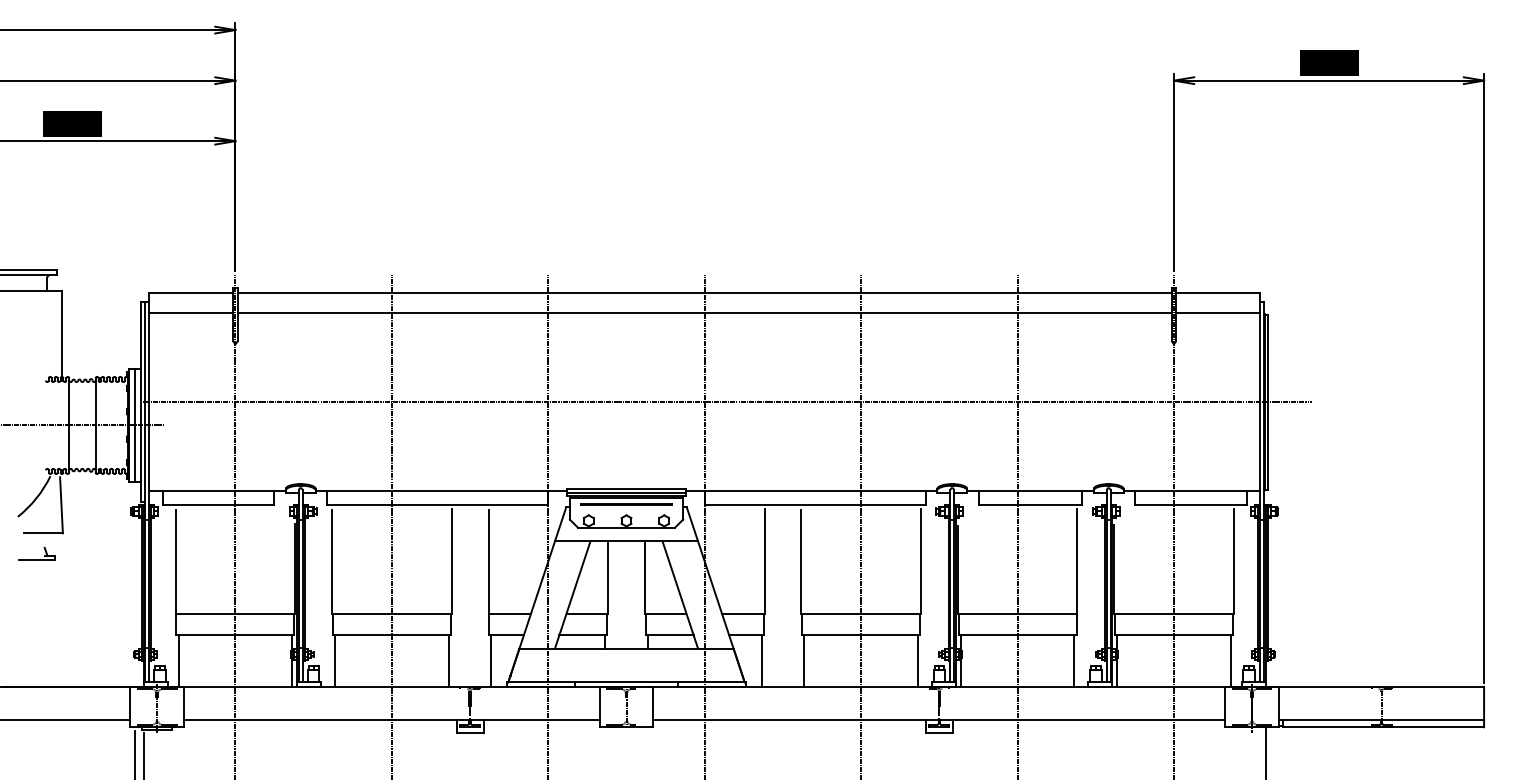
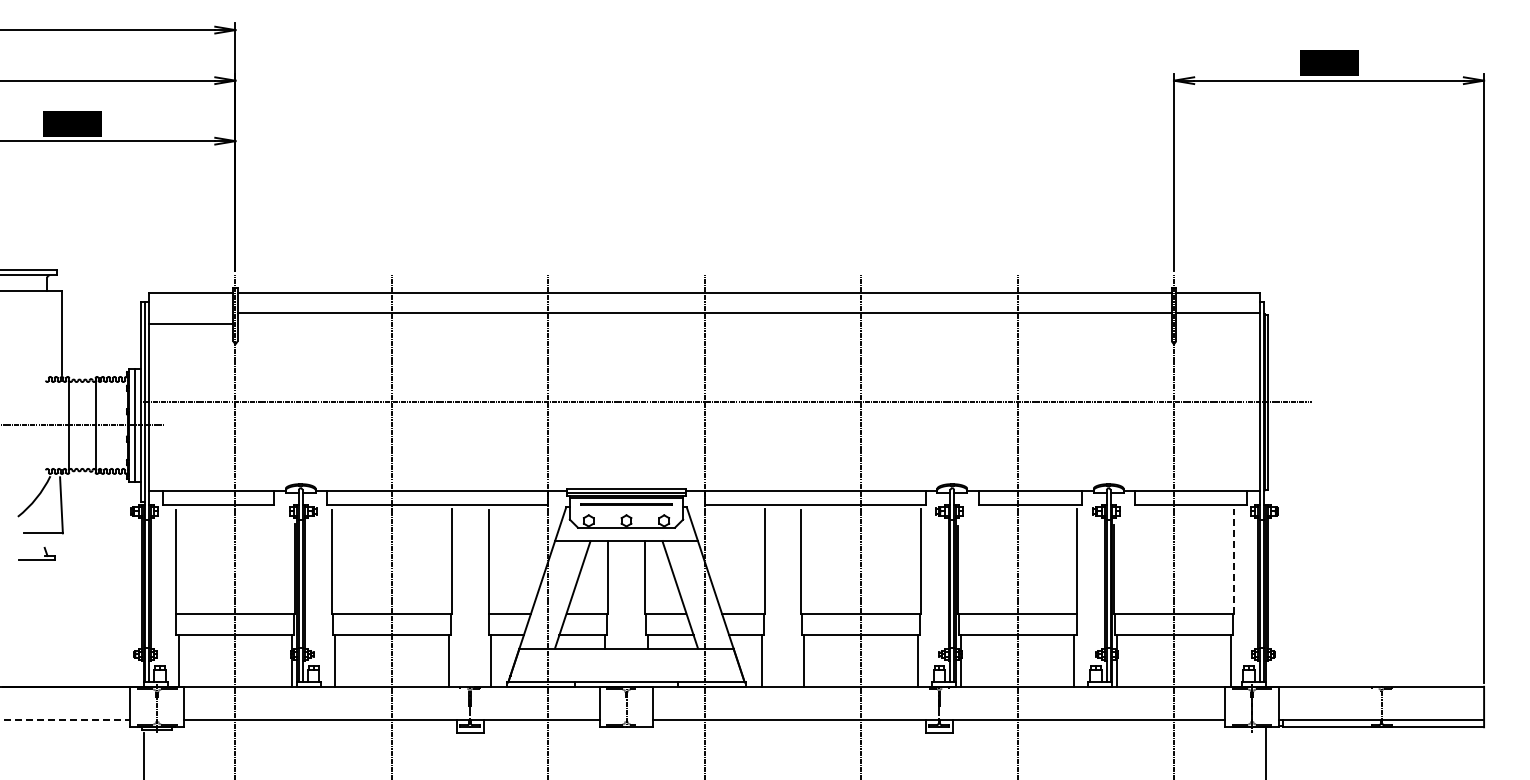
line at (191, 313) position: (191, 313) -> (191, 324)
line at (1233, 560): solid -> dashed
line at (65, 720): solid -> dashed
line at (134, 753): present -> none
